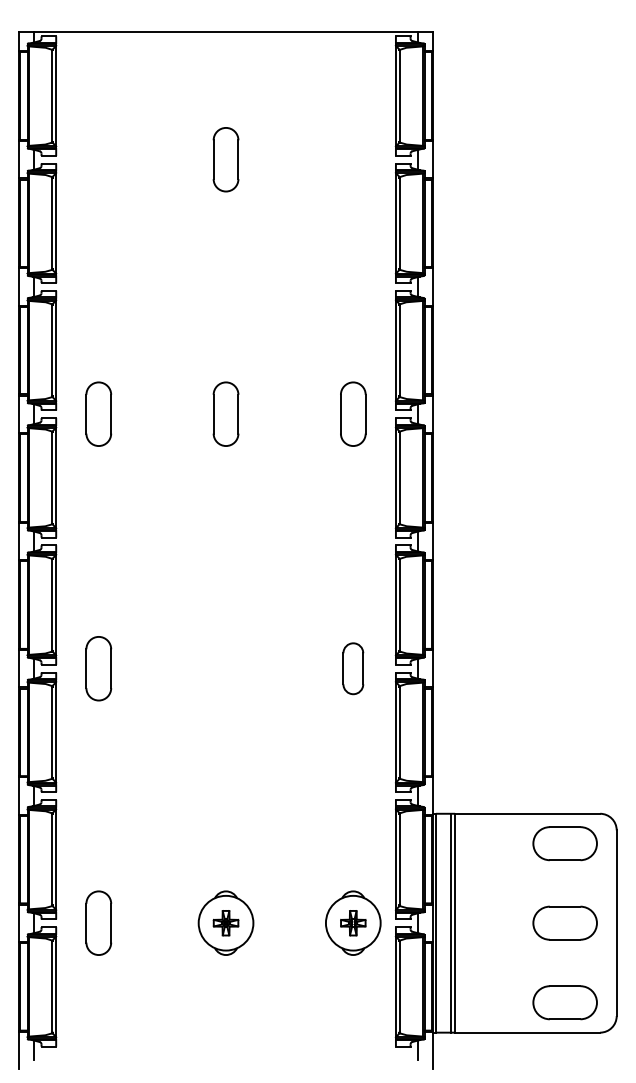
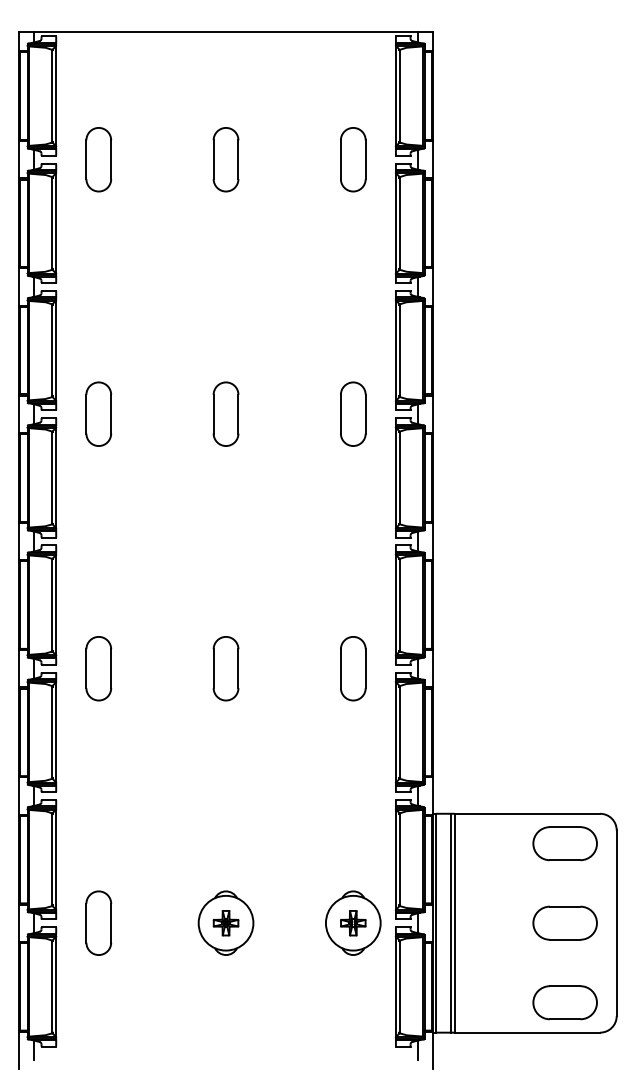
part at (98, 159): none -> present
part at (353, 159): none -> present
part at (225, 668): none -> present
part at (353, 668) size: 23x54 px -> 27x66 px
